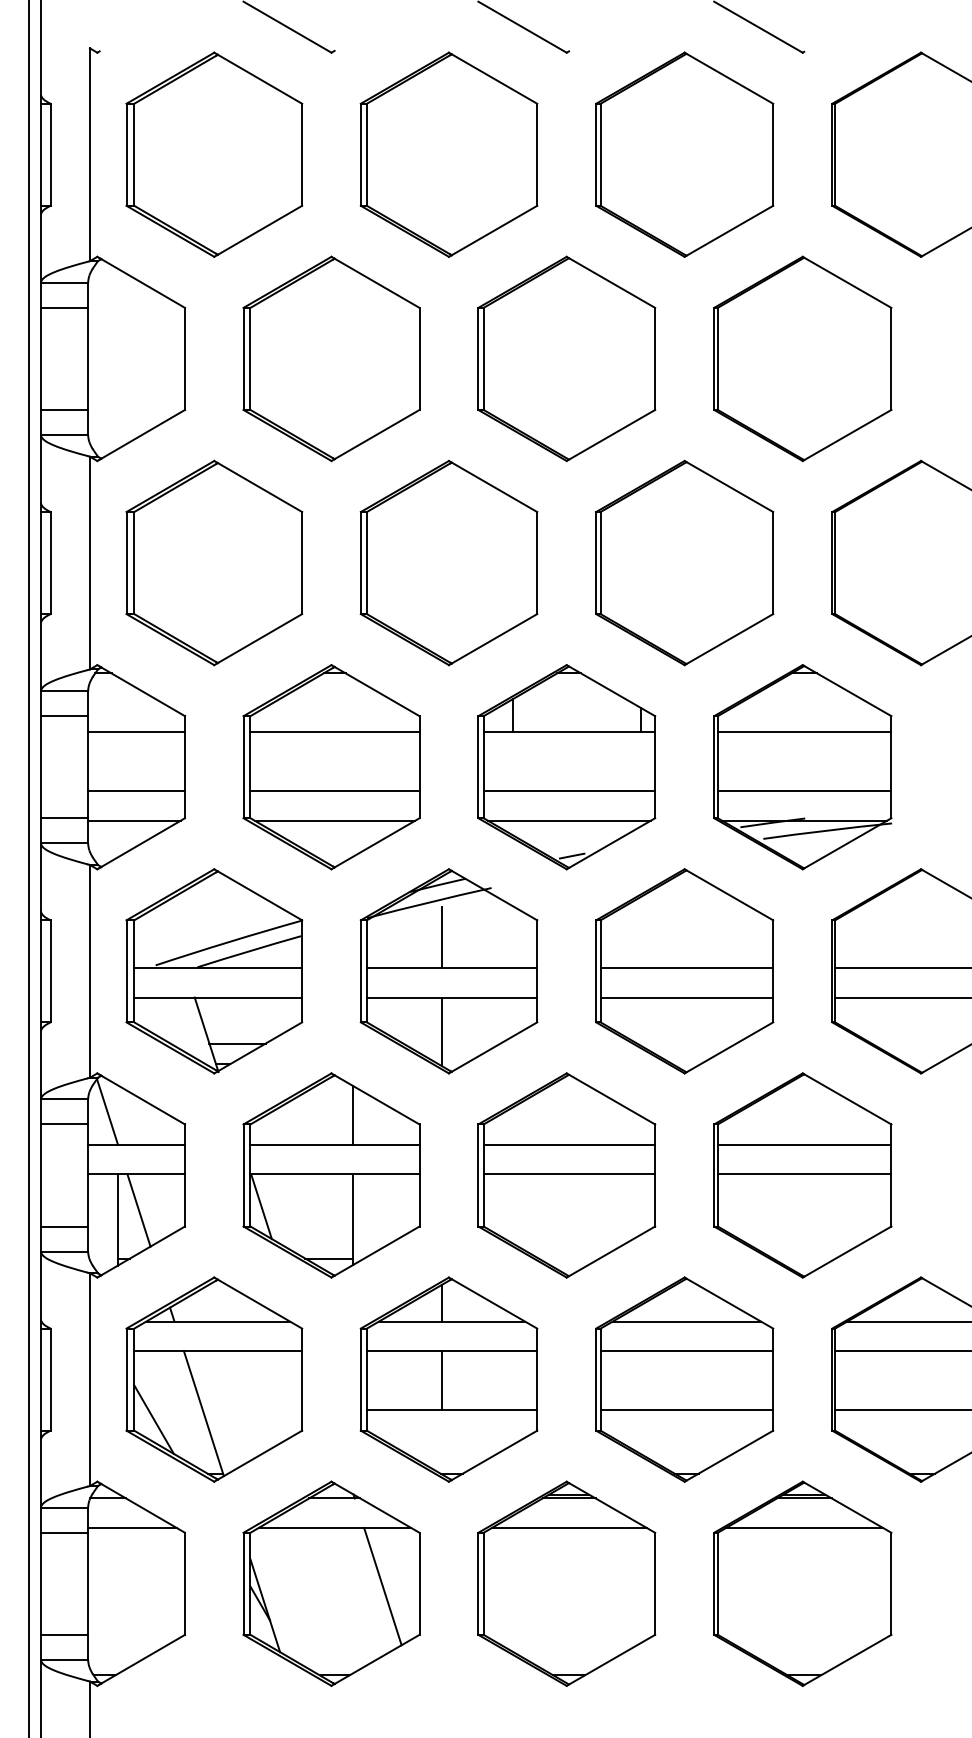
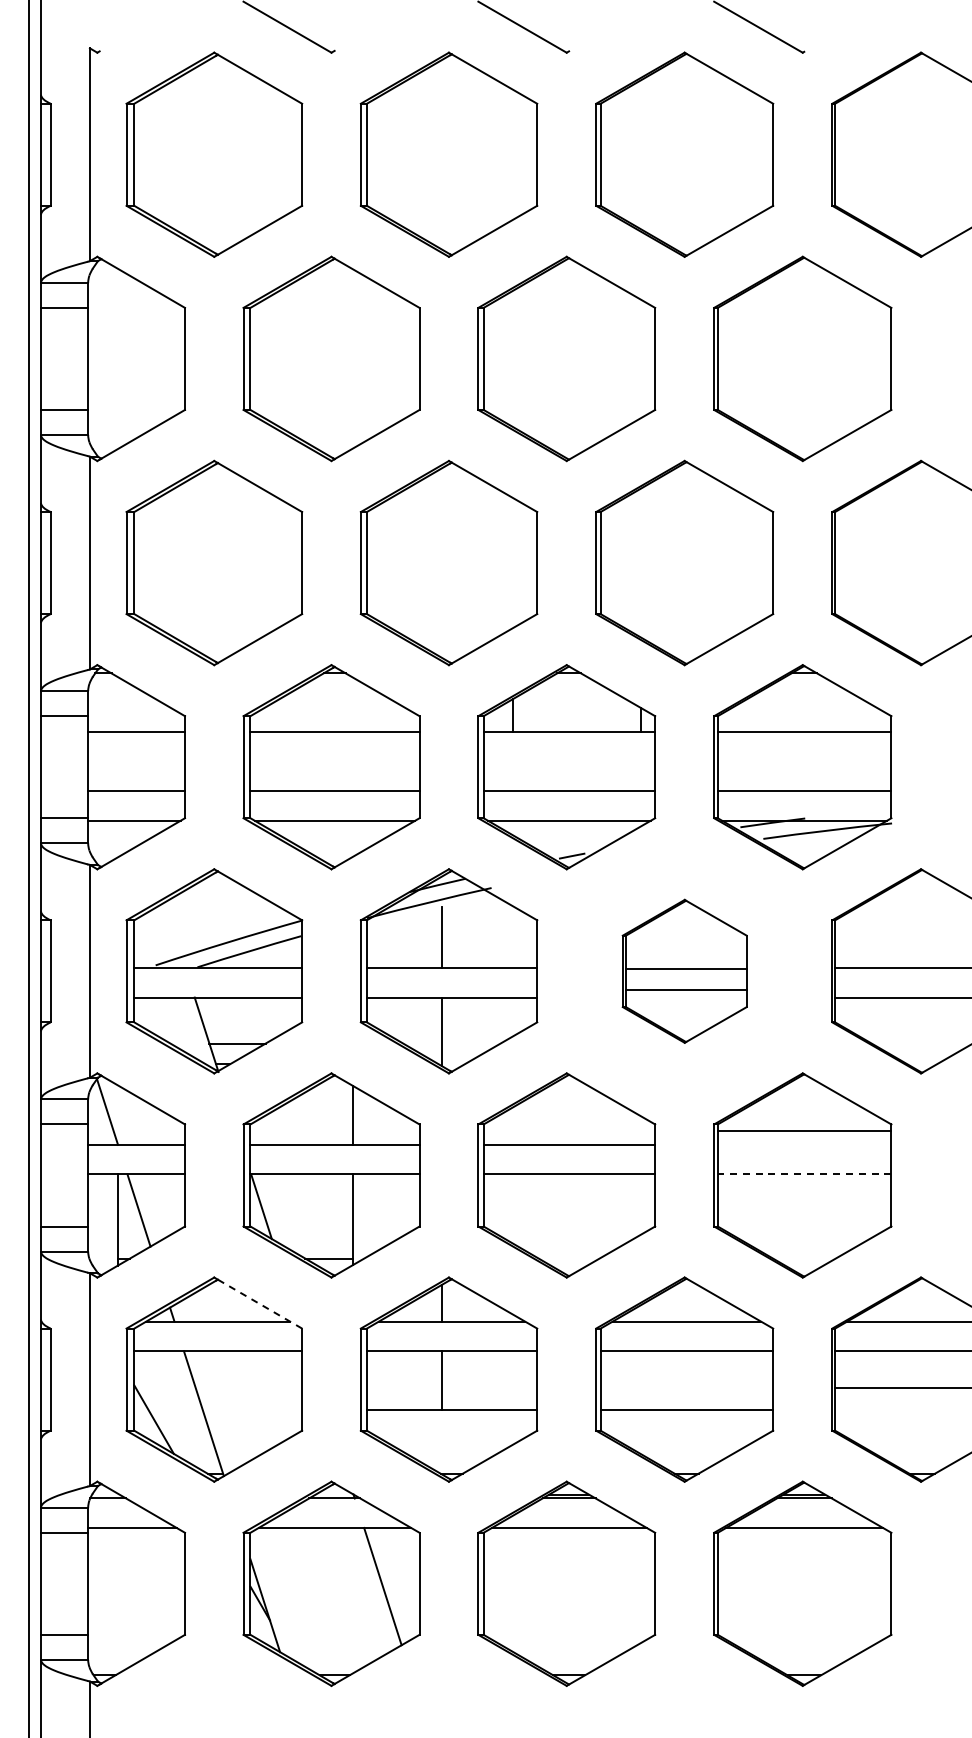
part at (684, 971) size: 180x207 px -> 127x146 px
line at (804, 1144) position: (804, 1144) -> (804, 1130)
line at (804, 1174): solid -> dashed
line at (260, 1304): solid -> dashed
line at (901, 1410) position: (901, 1410) -> (901, 1388)
